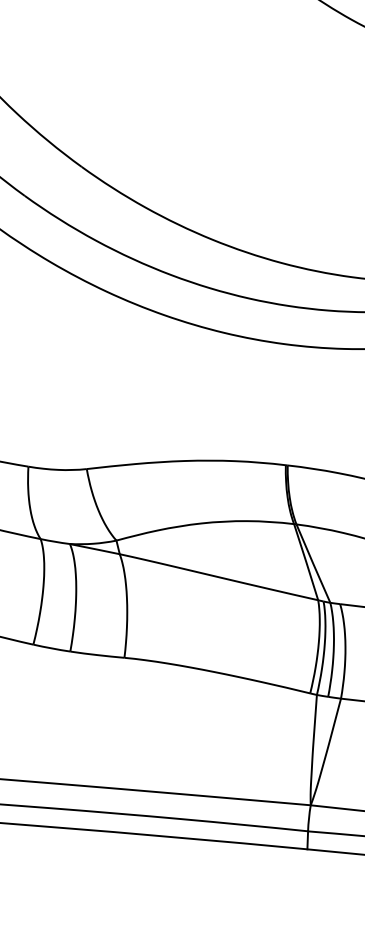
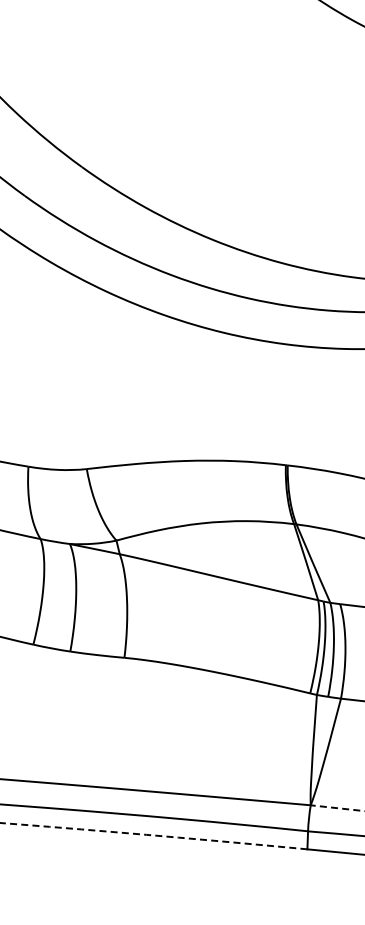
arc at (337, 808): solid -> dashed
arc at (153, 835): solid -> dashed
